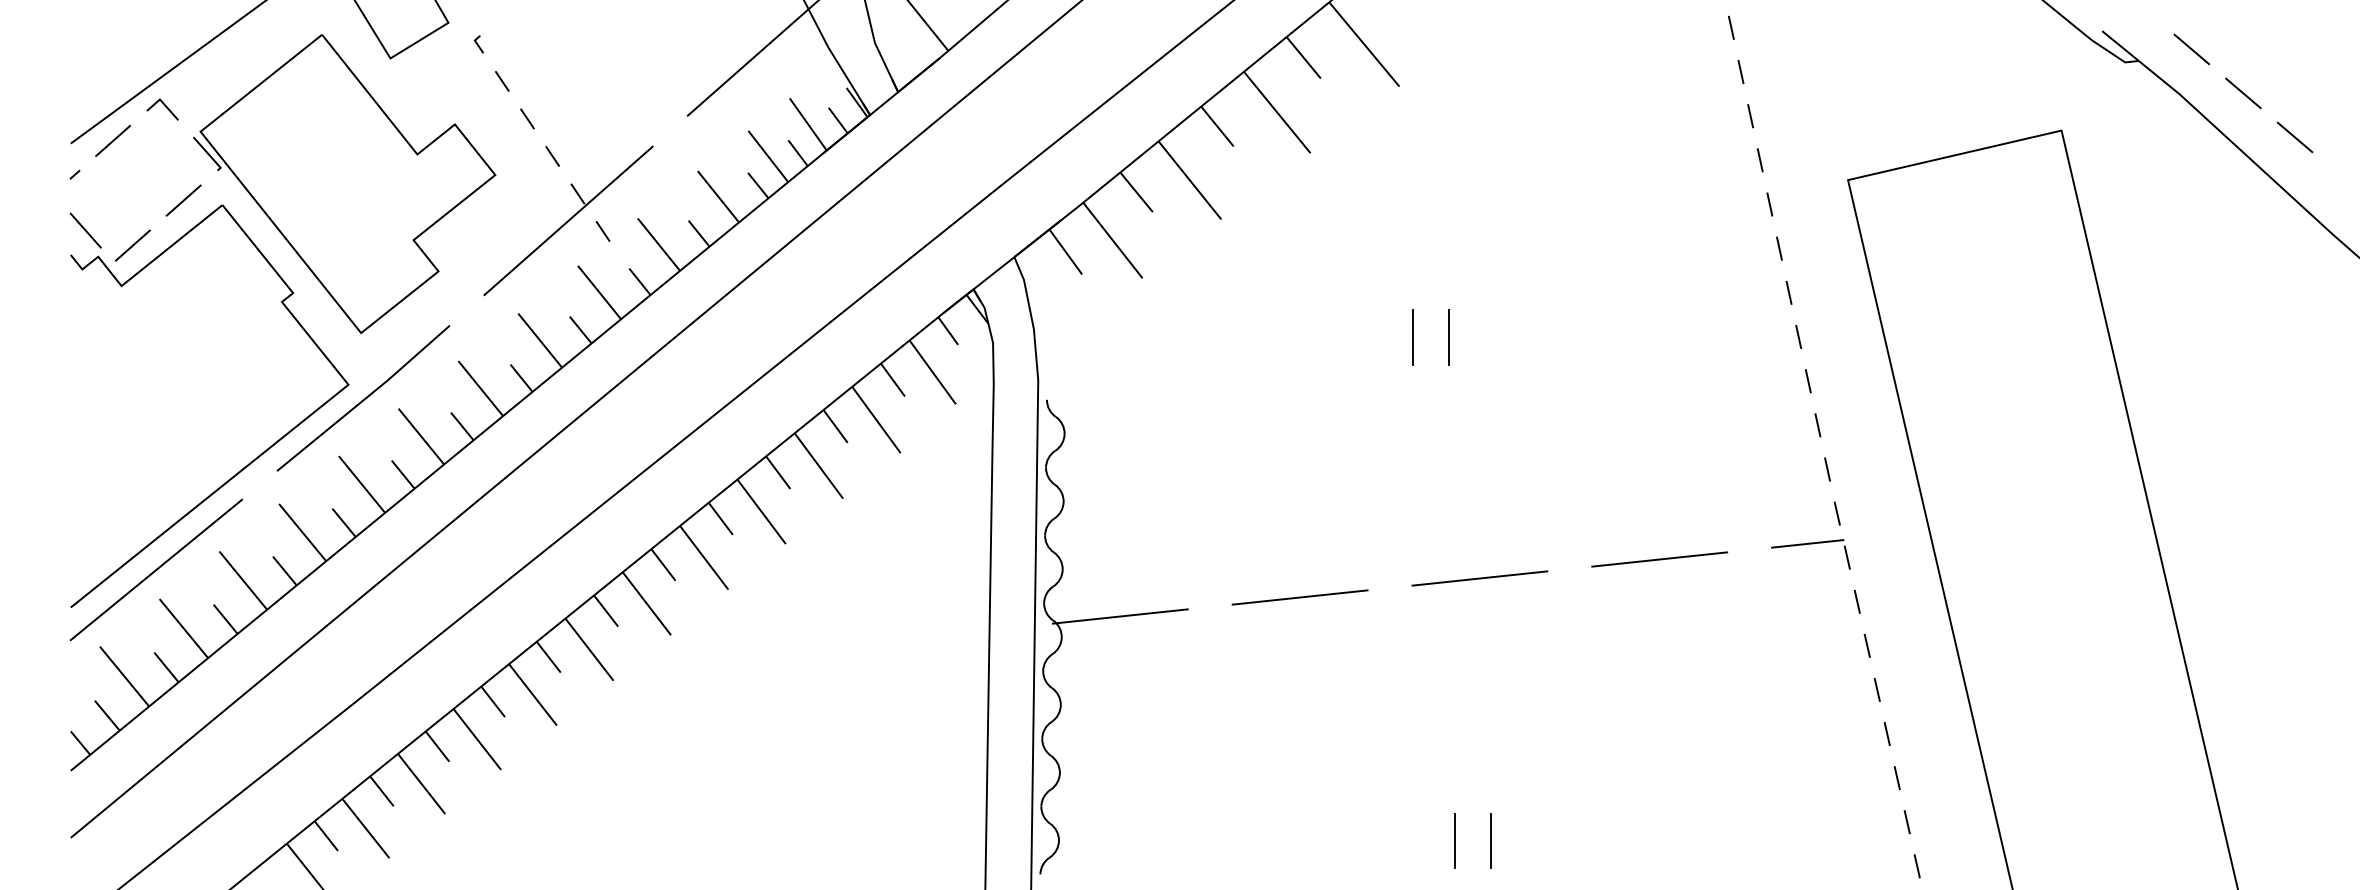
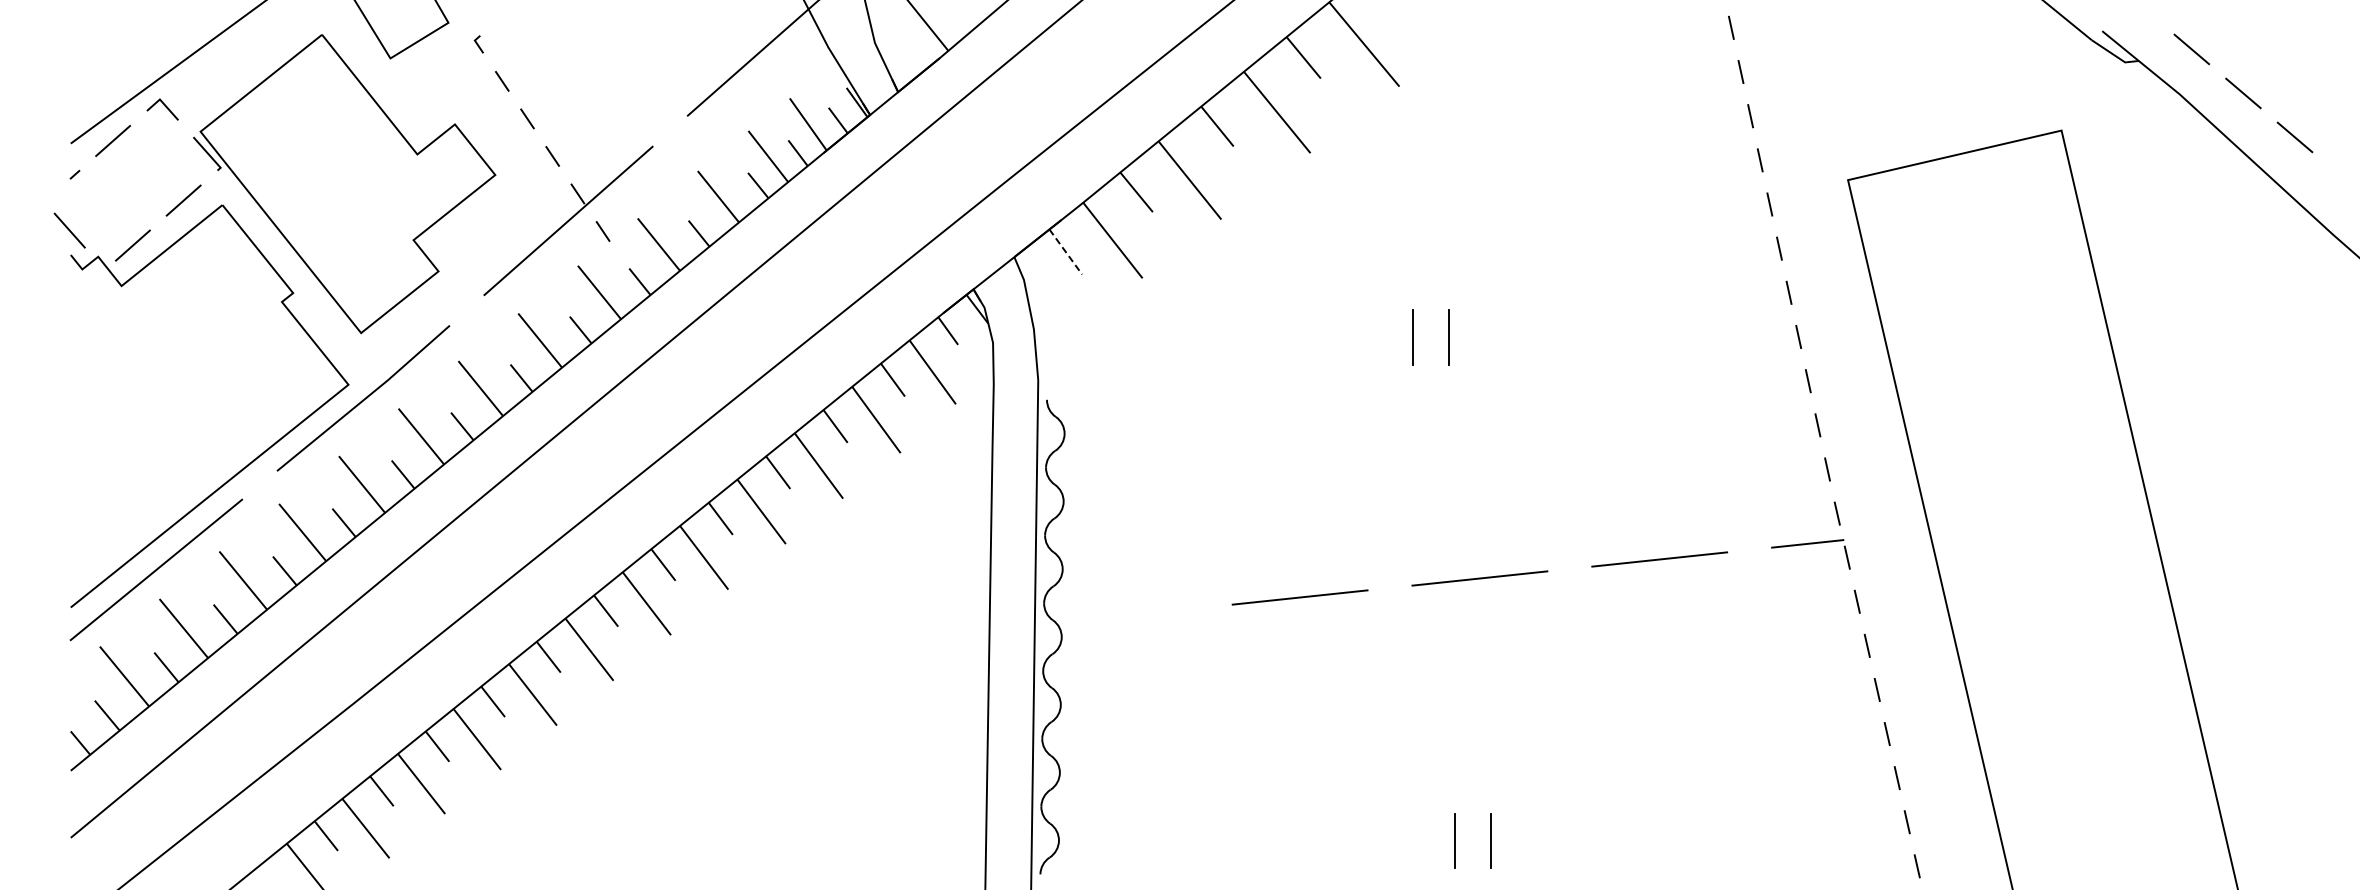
line at (85, 230) position: (85, 230) -> (69, 230)
line at (1065, 252): solid -> dashed
line at (1119, 616): present -> none
